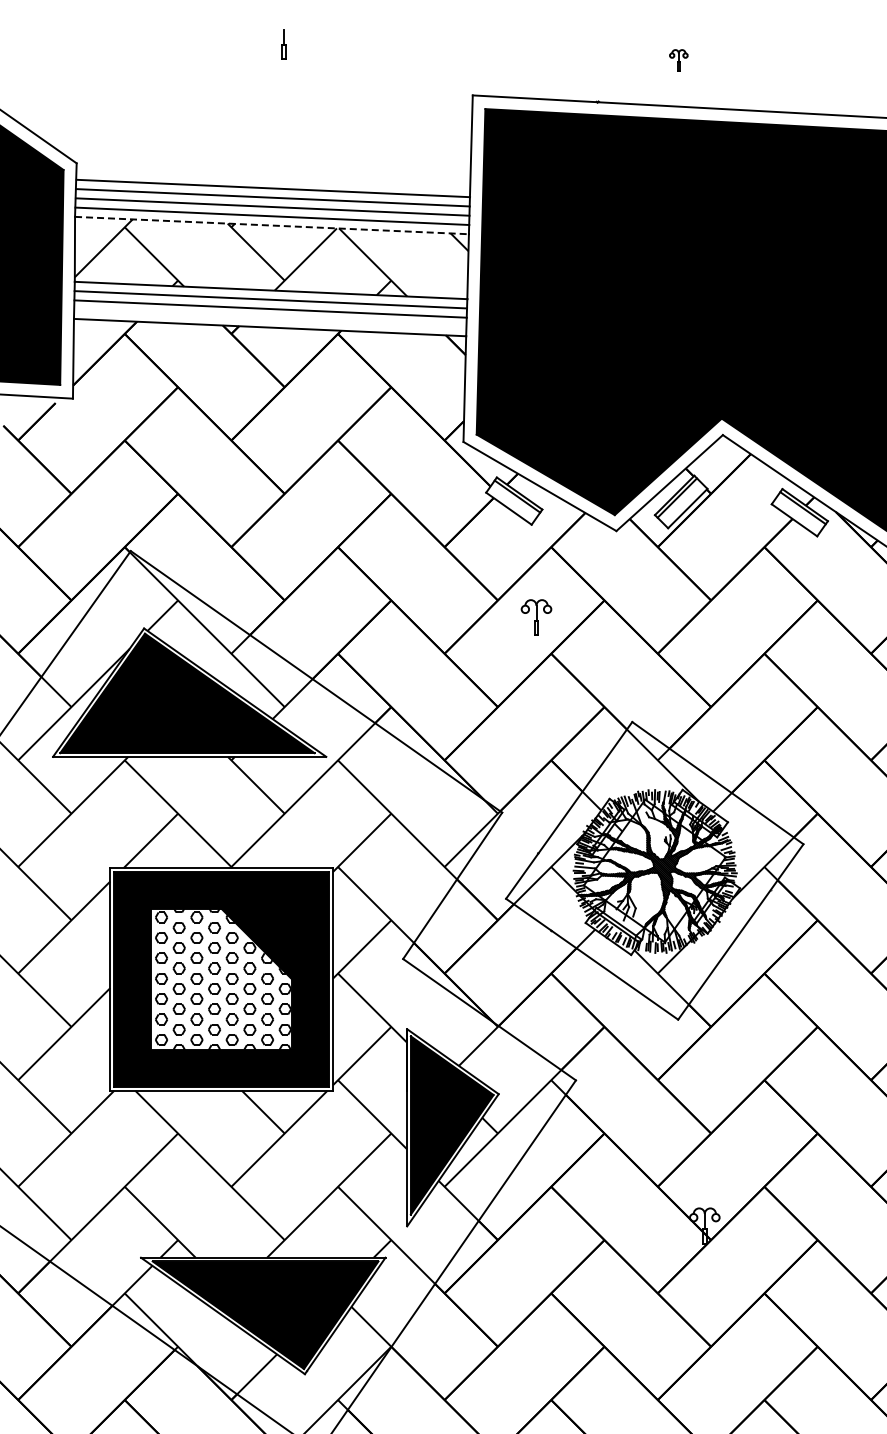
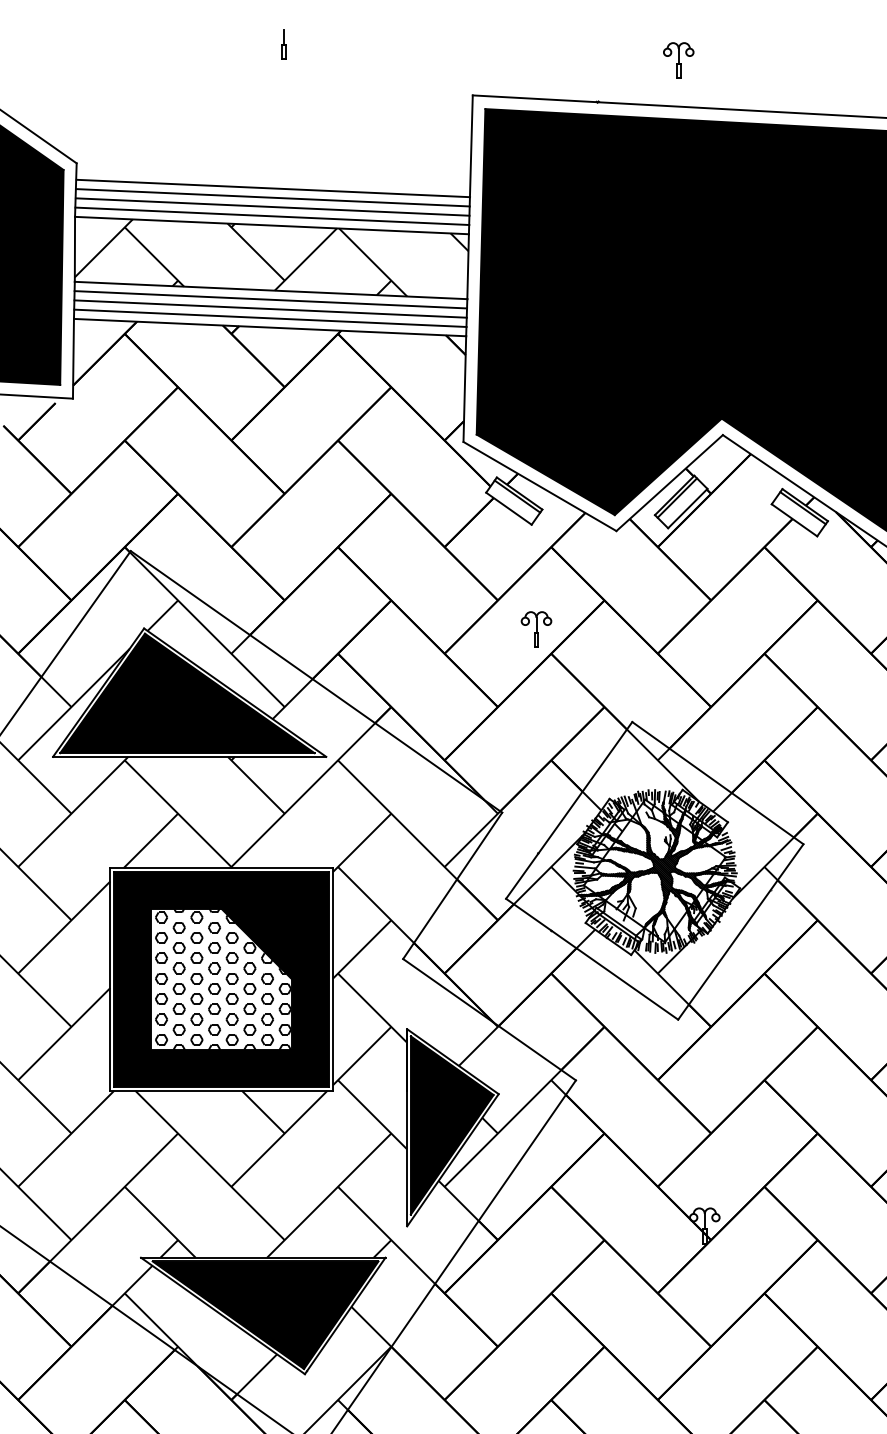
part at (678, 60) size: 20x23 px -> 32x37 px
line at (272, 225): dashed -> solid
line at (270, 317): none -> present
part at (536, 617) position: (536, 617) -> (536, 629)
